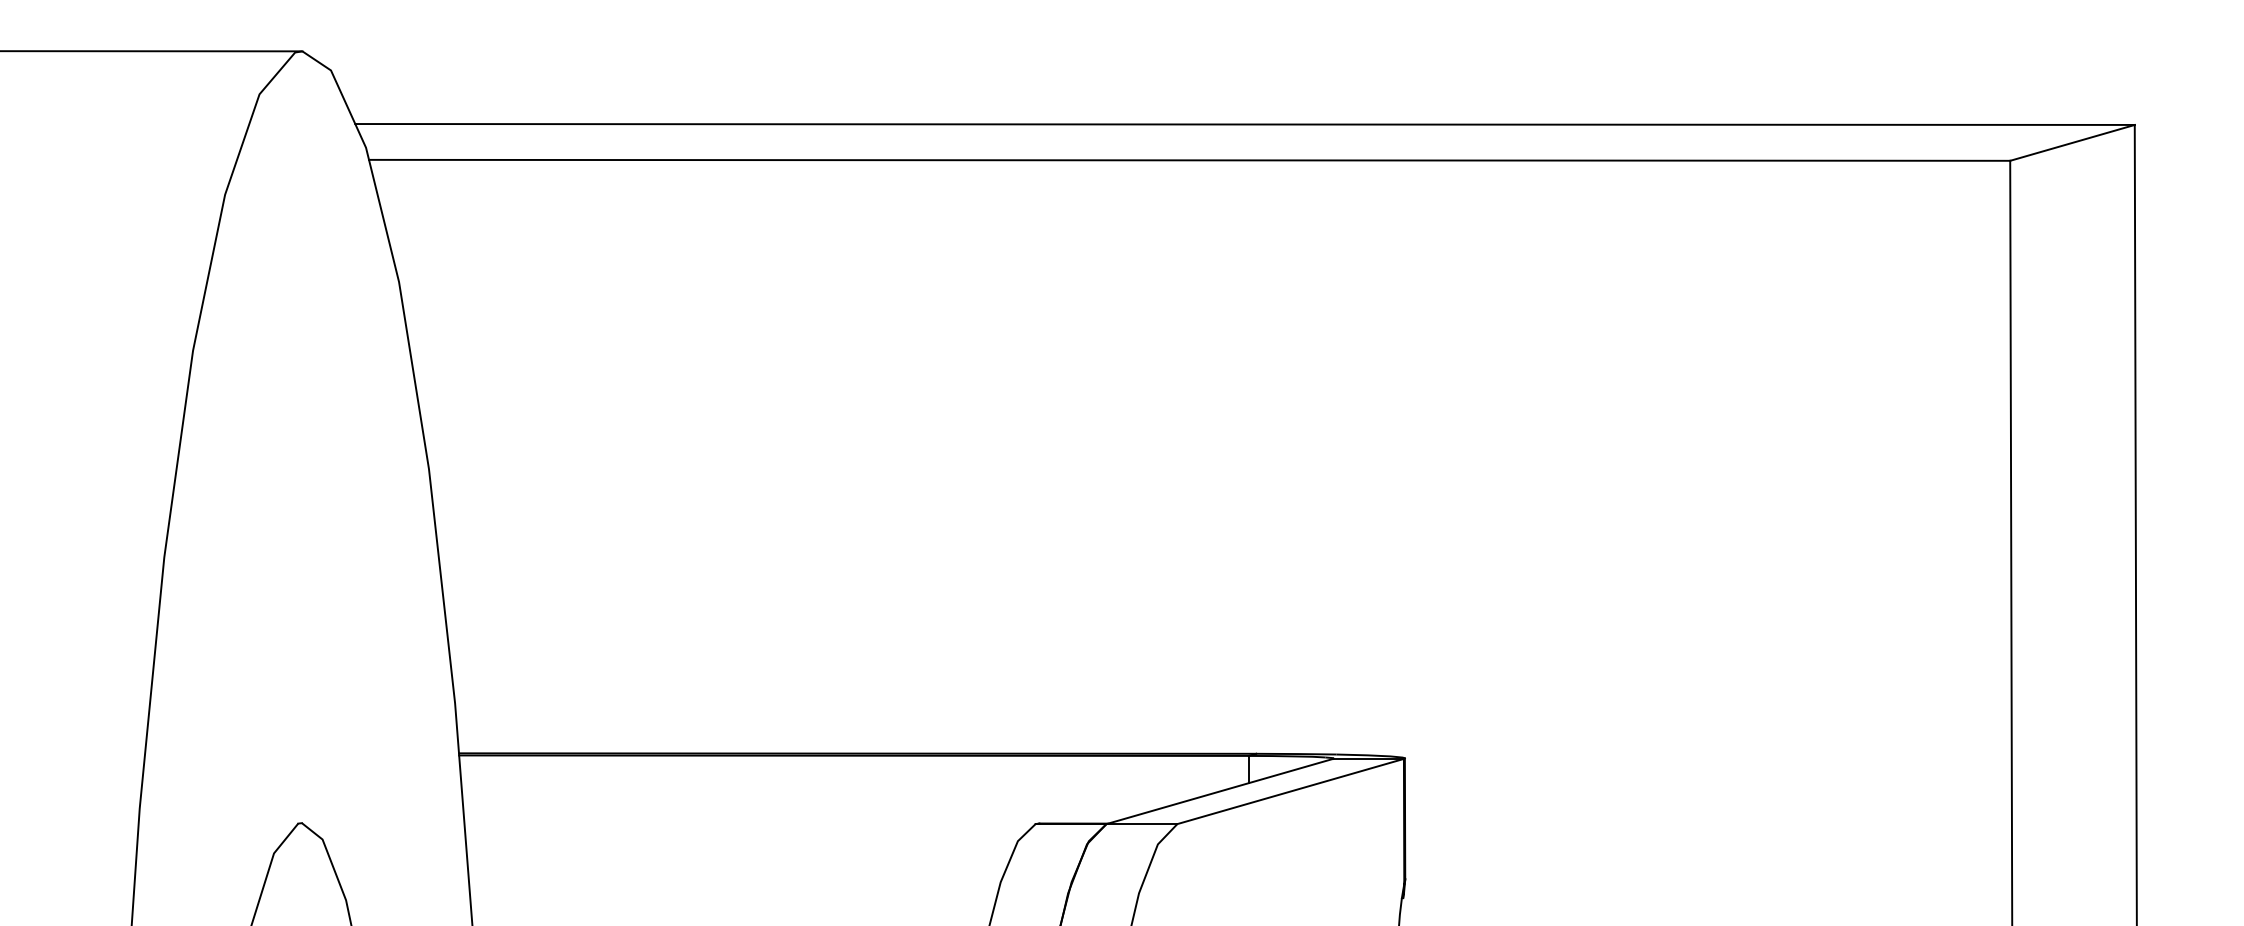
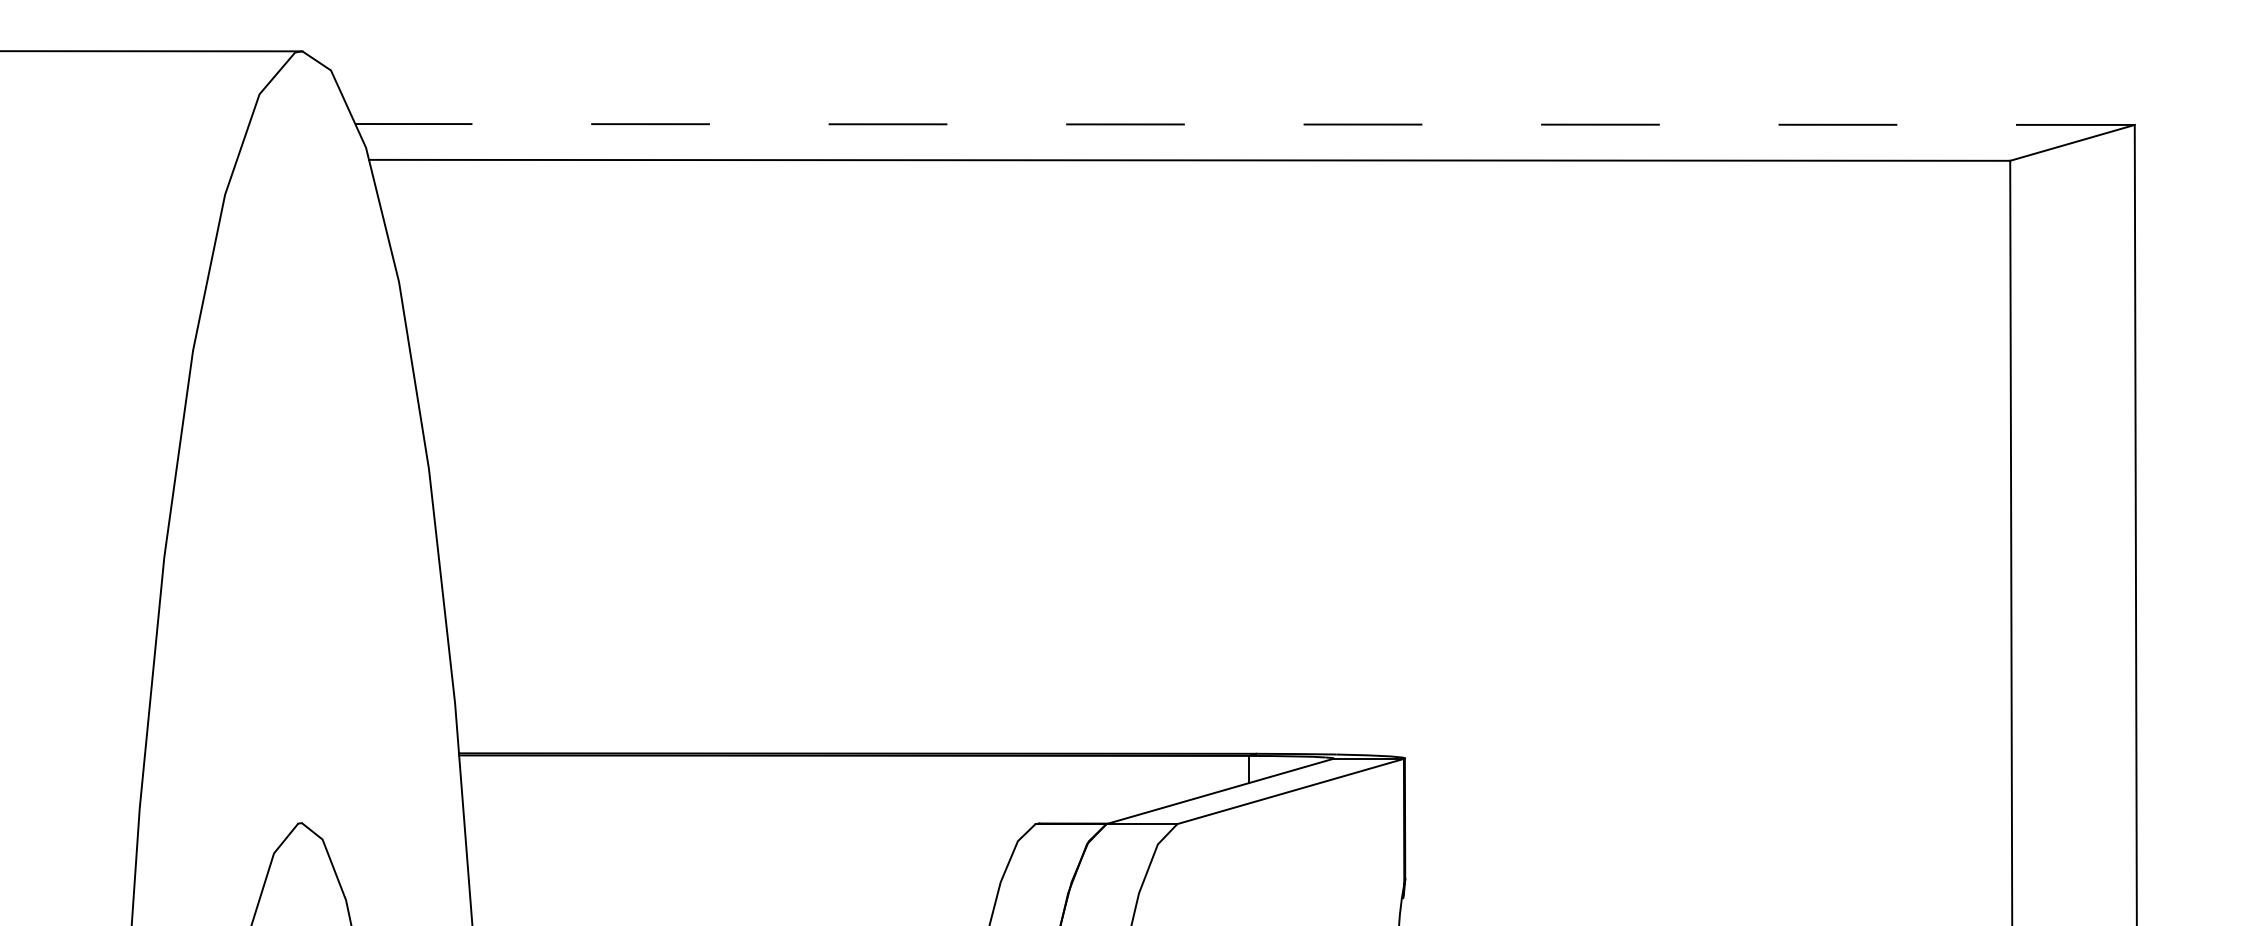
line at (1245, 124): solid -> dashed
